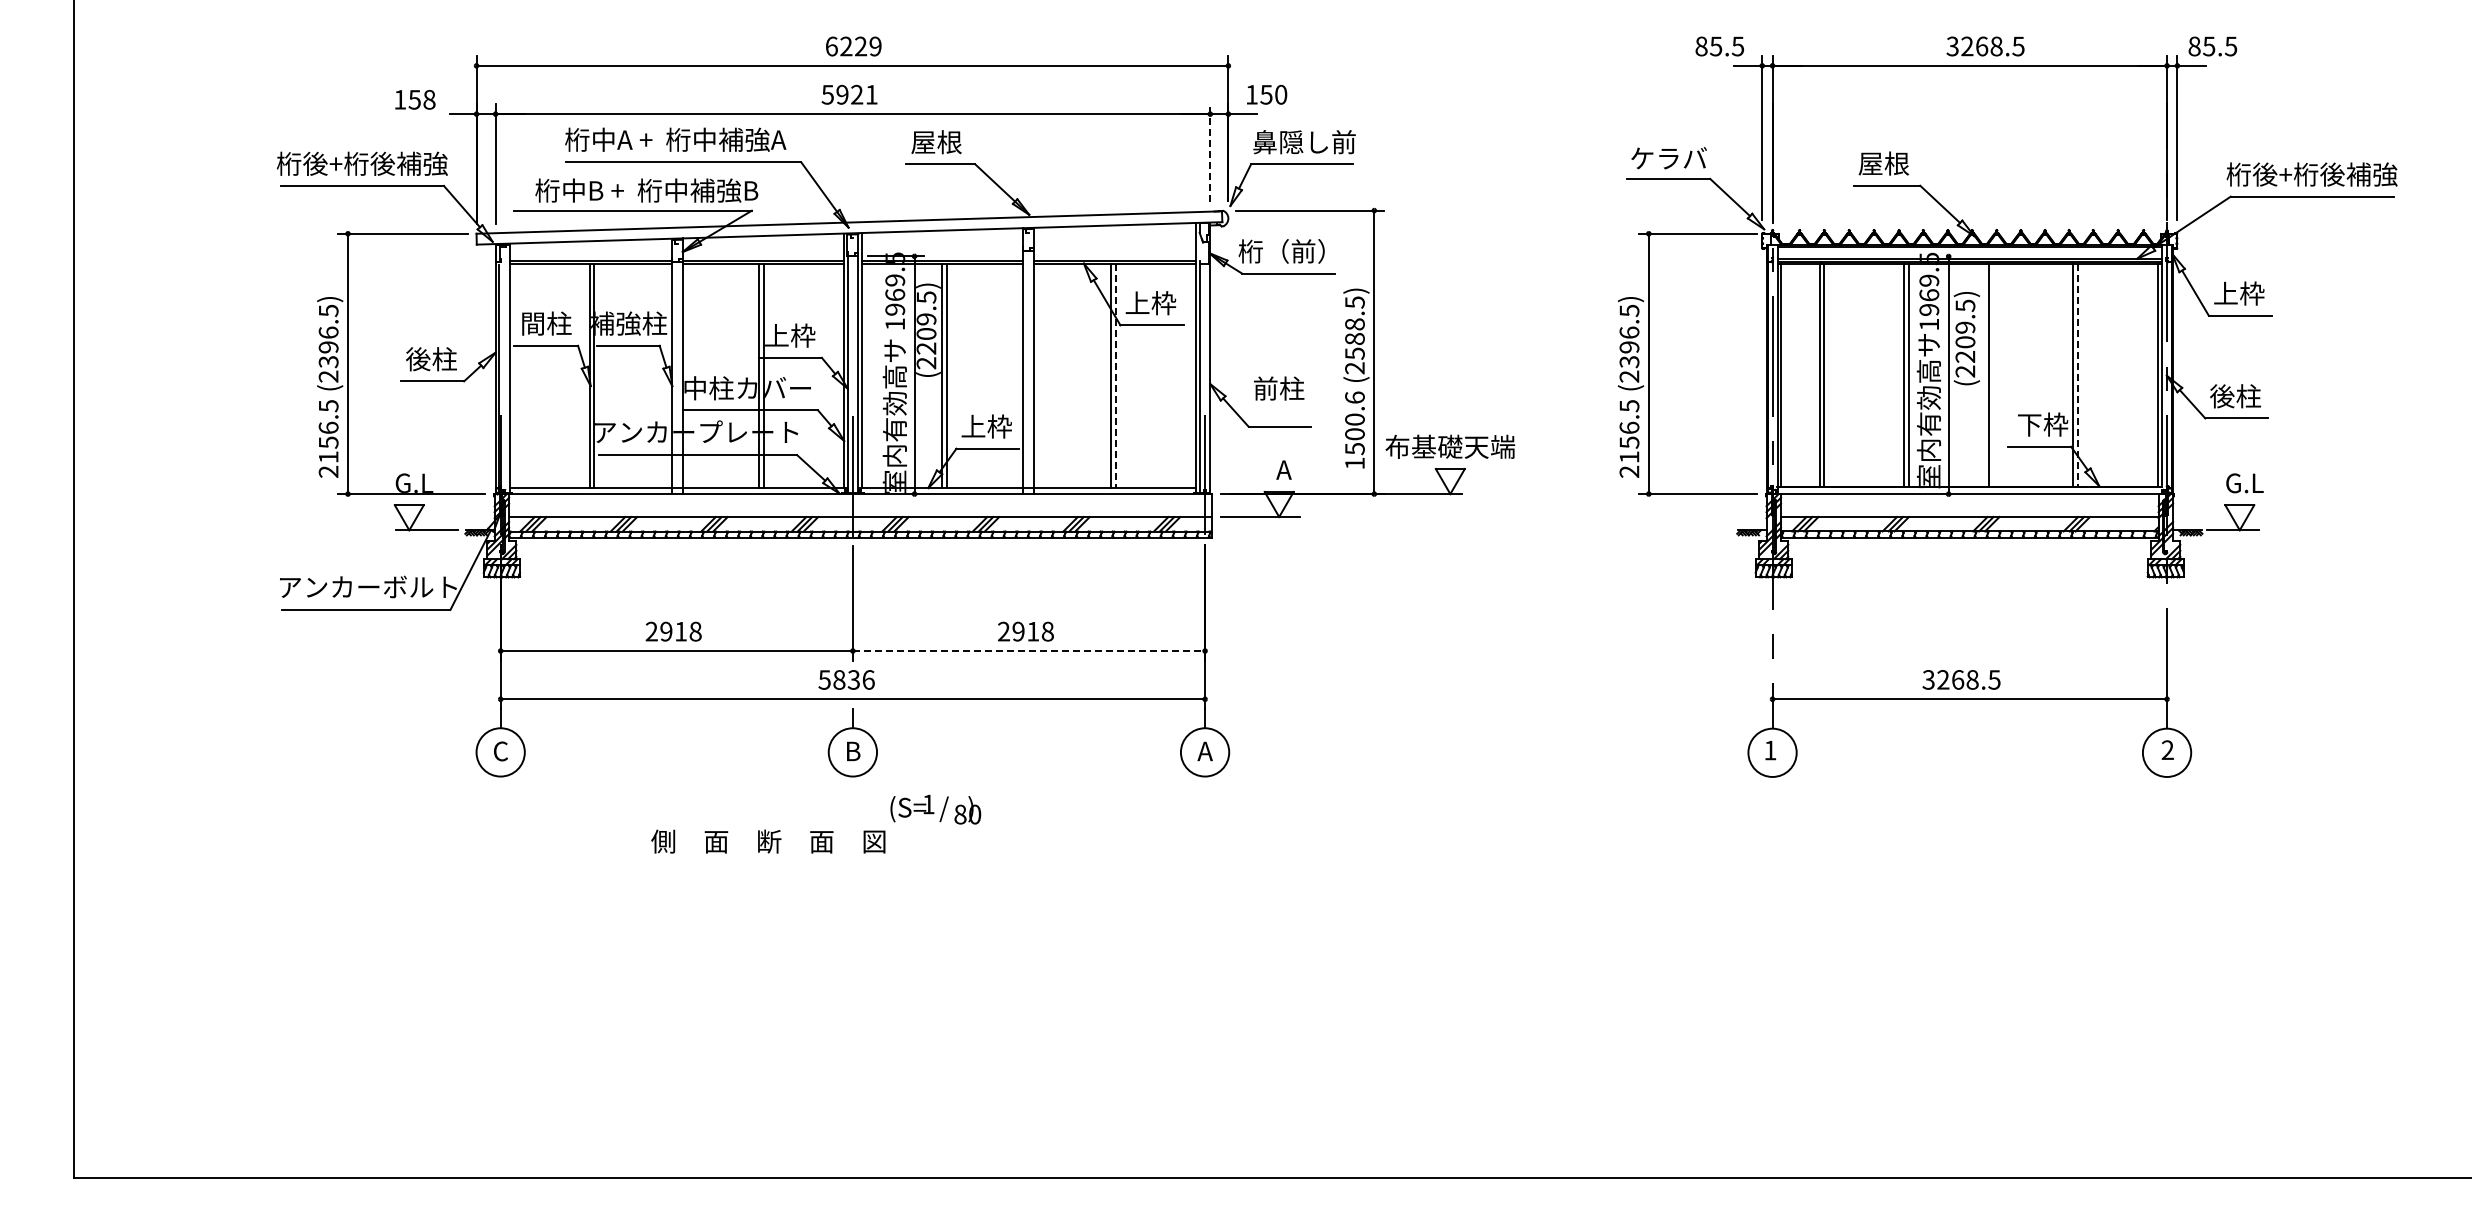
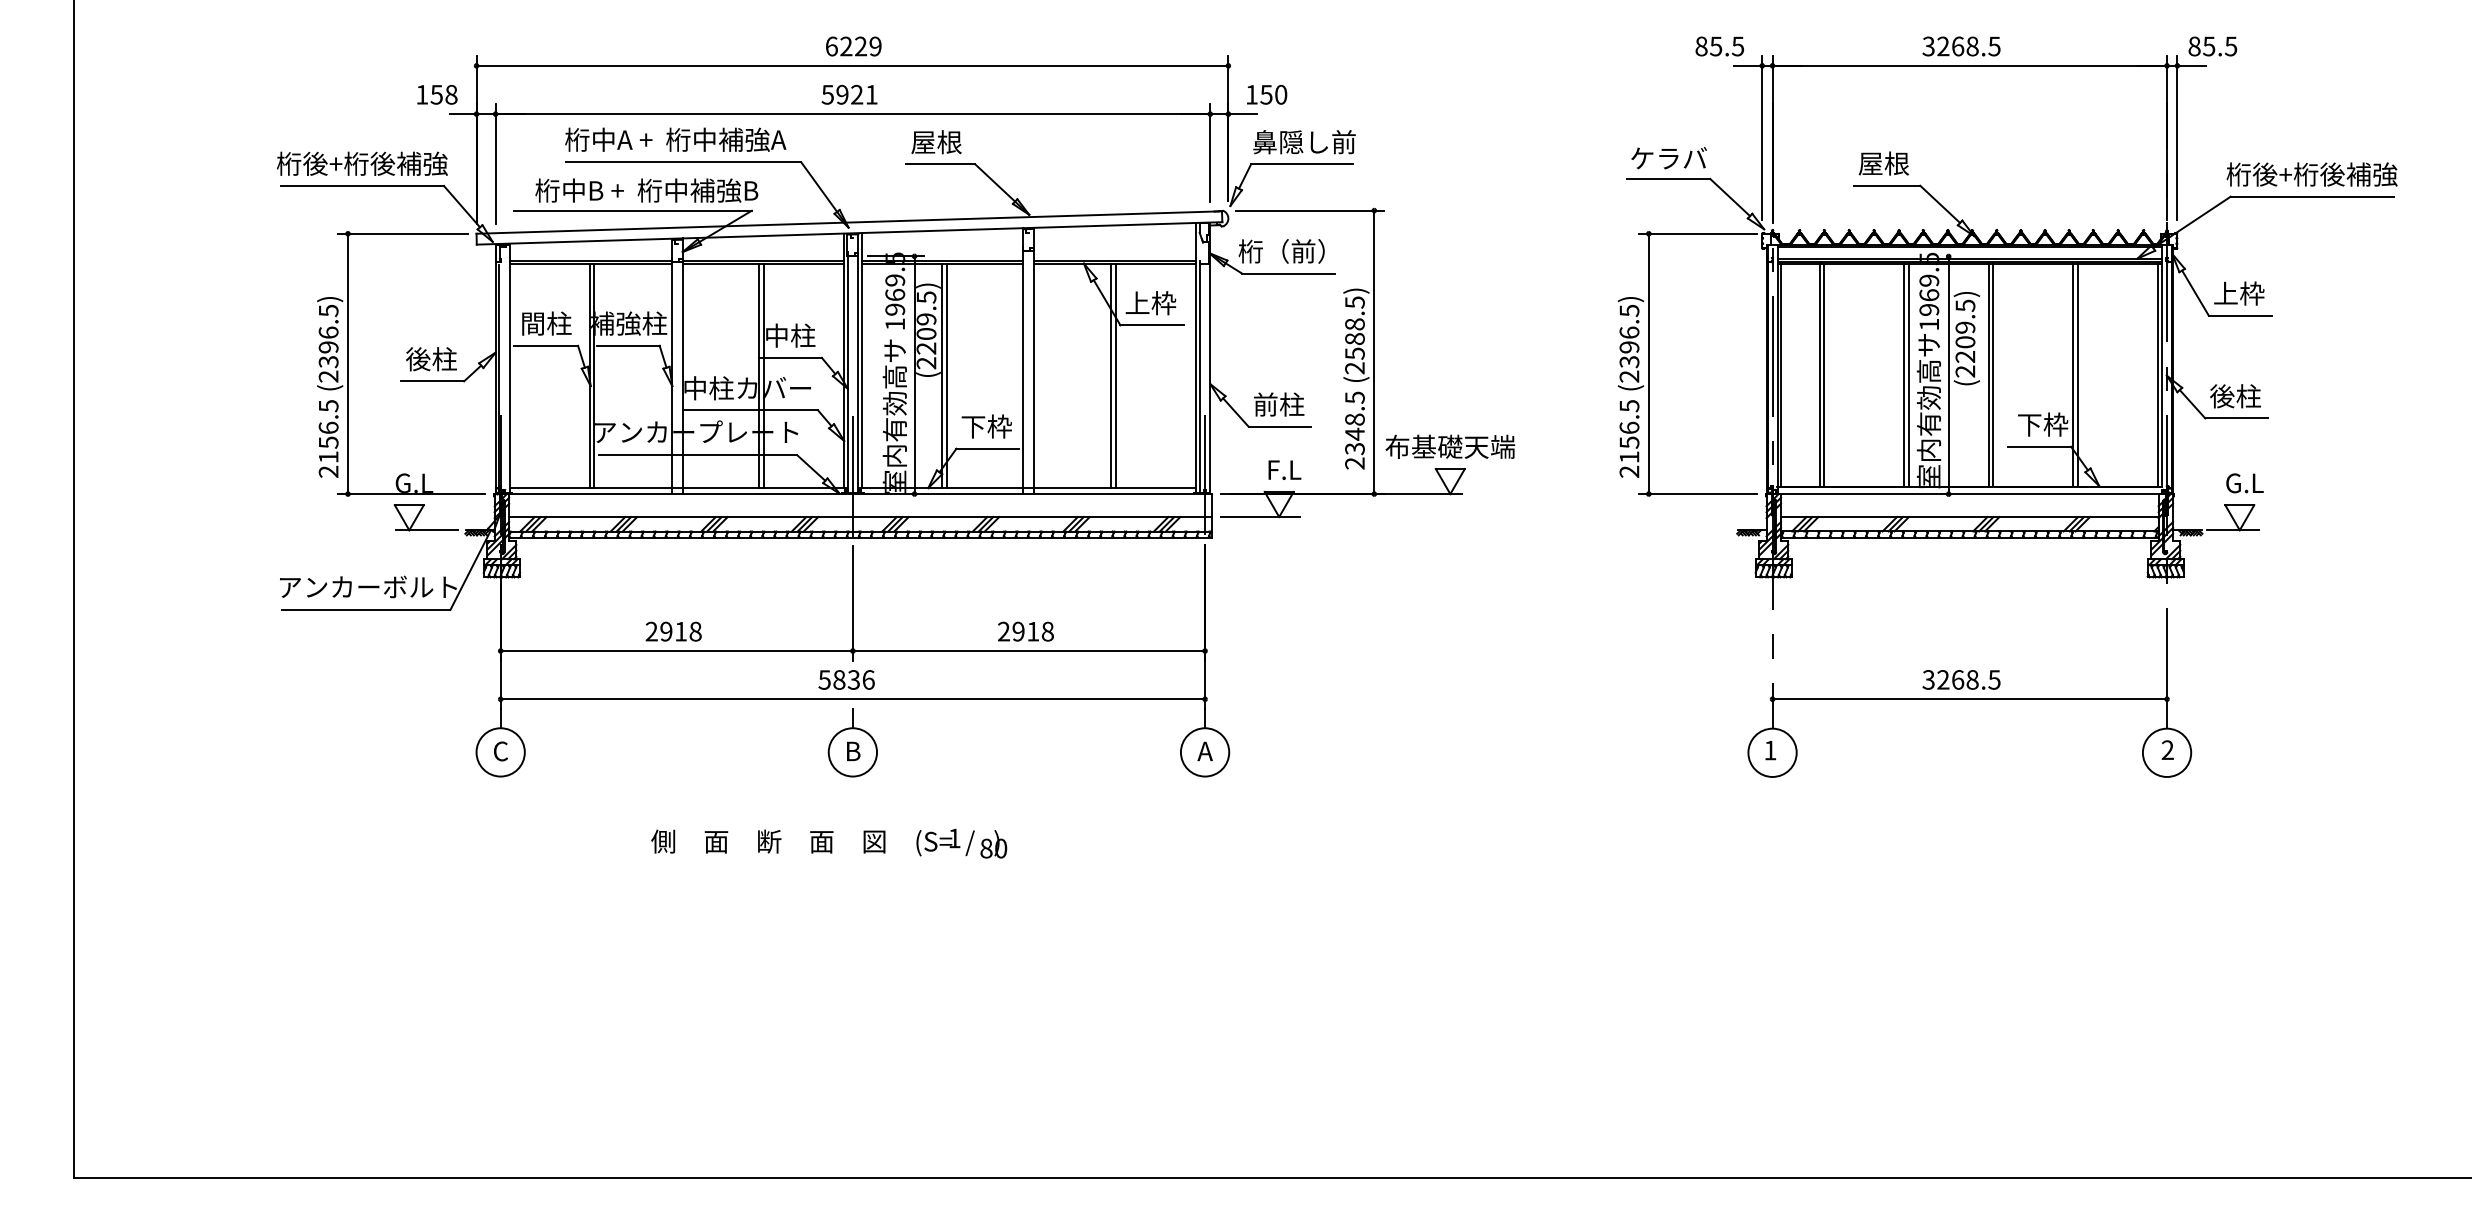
text at (1985, 46) position: (1985, 46) -> (1961, 46)
text at (415, 99) position: (415, 99) -> (437, 94)
line at (1210, 153): dashed -> solid
text at (790, 335): 上枠 -> 中柱
line at (1993, 374): none -> present
line at (2077, 375): dashed -> solid
line at (1115, 376): dashed -> solid
text at (1279, 388) position: (1279, 388) -> (1279, 404)
text at (973, 426): 上枠 -> 下枠
text at (1354, 430): 1500.6 -> 2348.5
text at (1284, 469): A -> F.L
line at (1029, 651): dashed -> solid
text at (935, 809) position: (935, 809) -> (961, 843)
